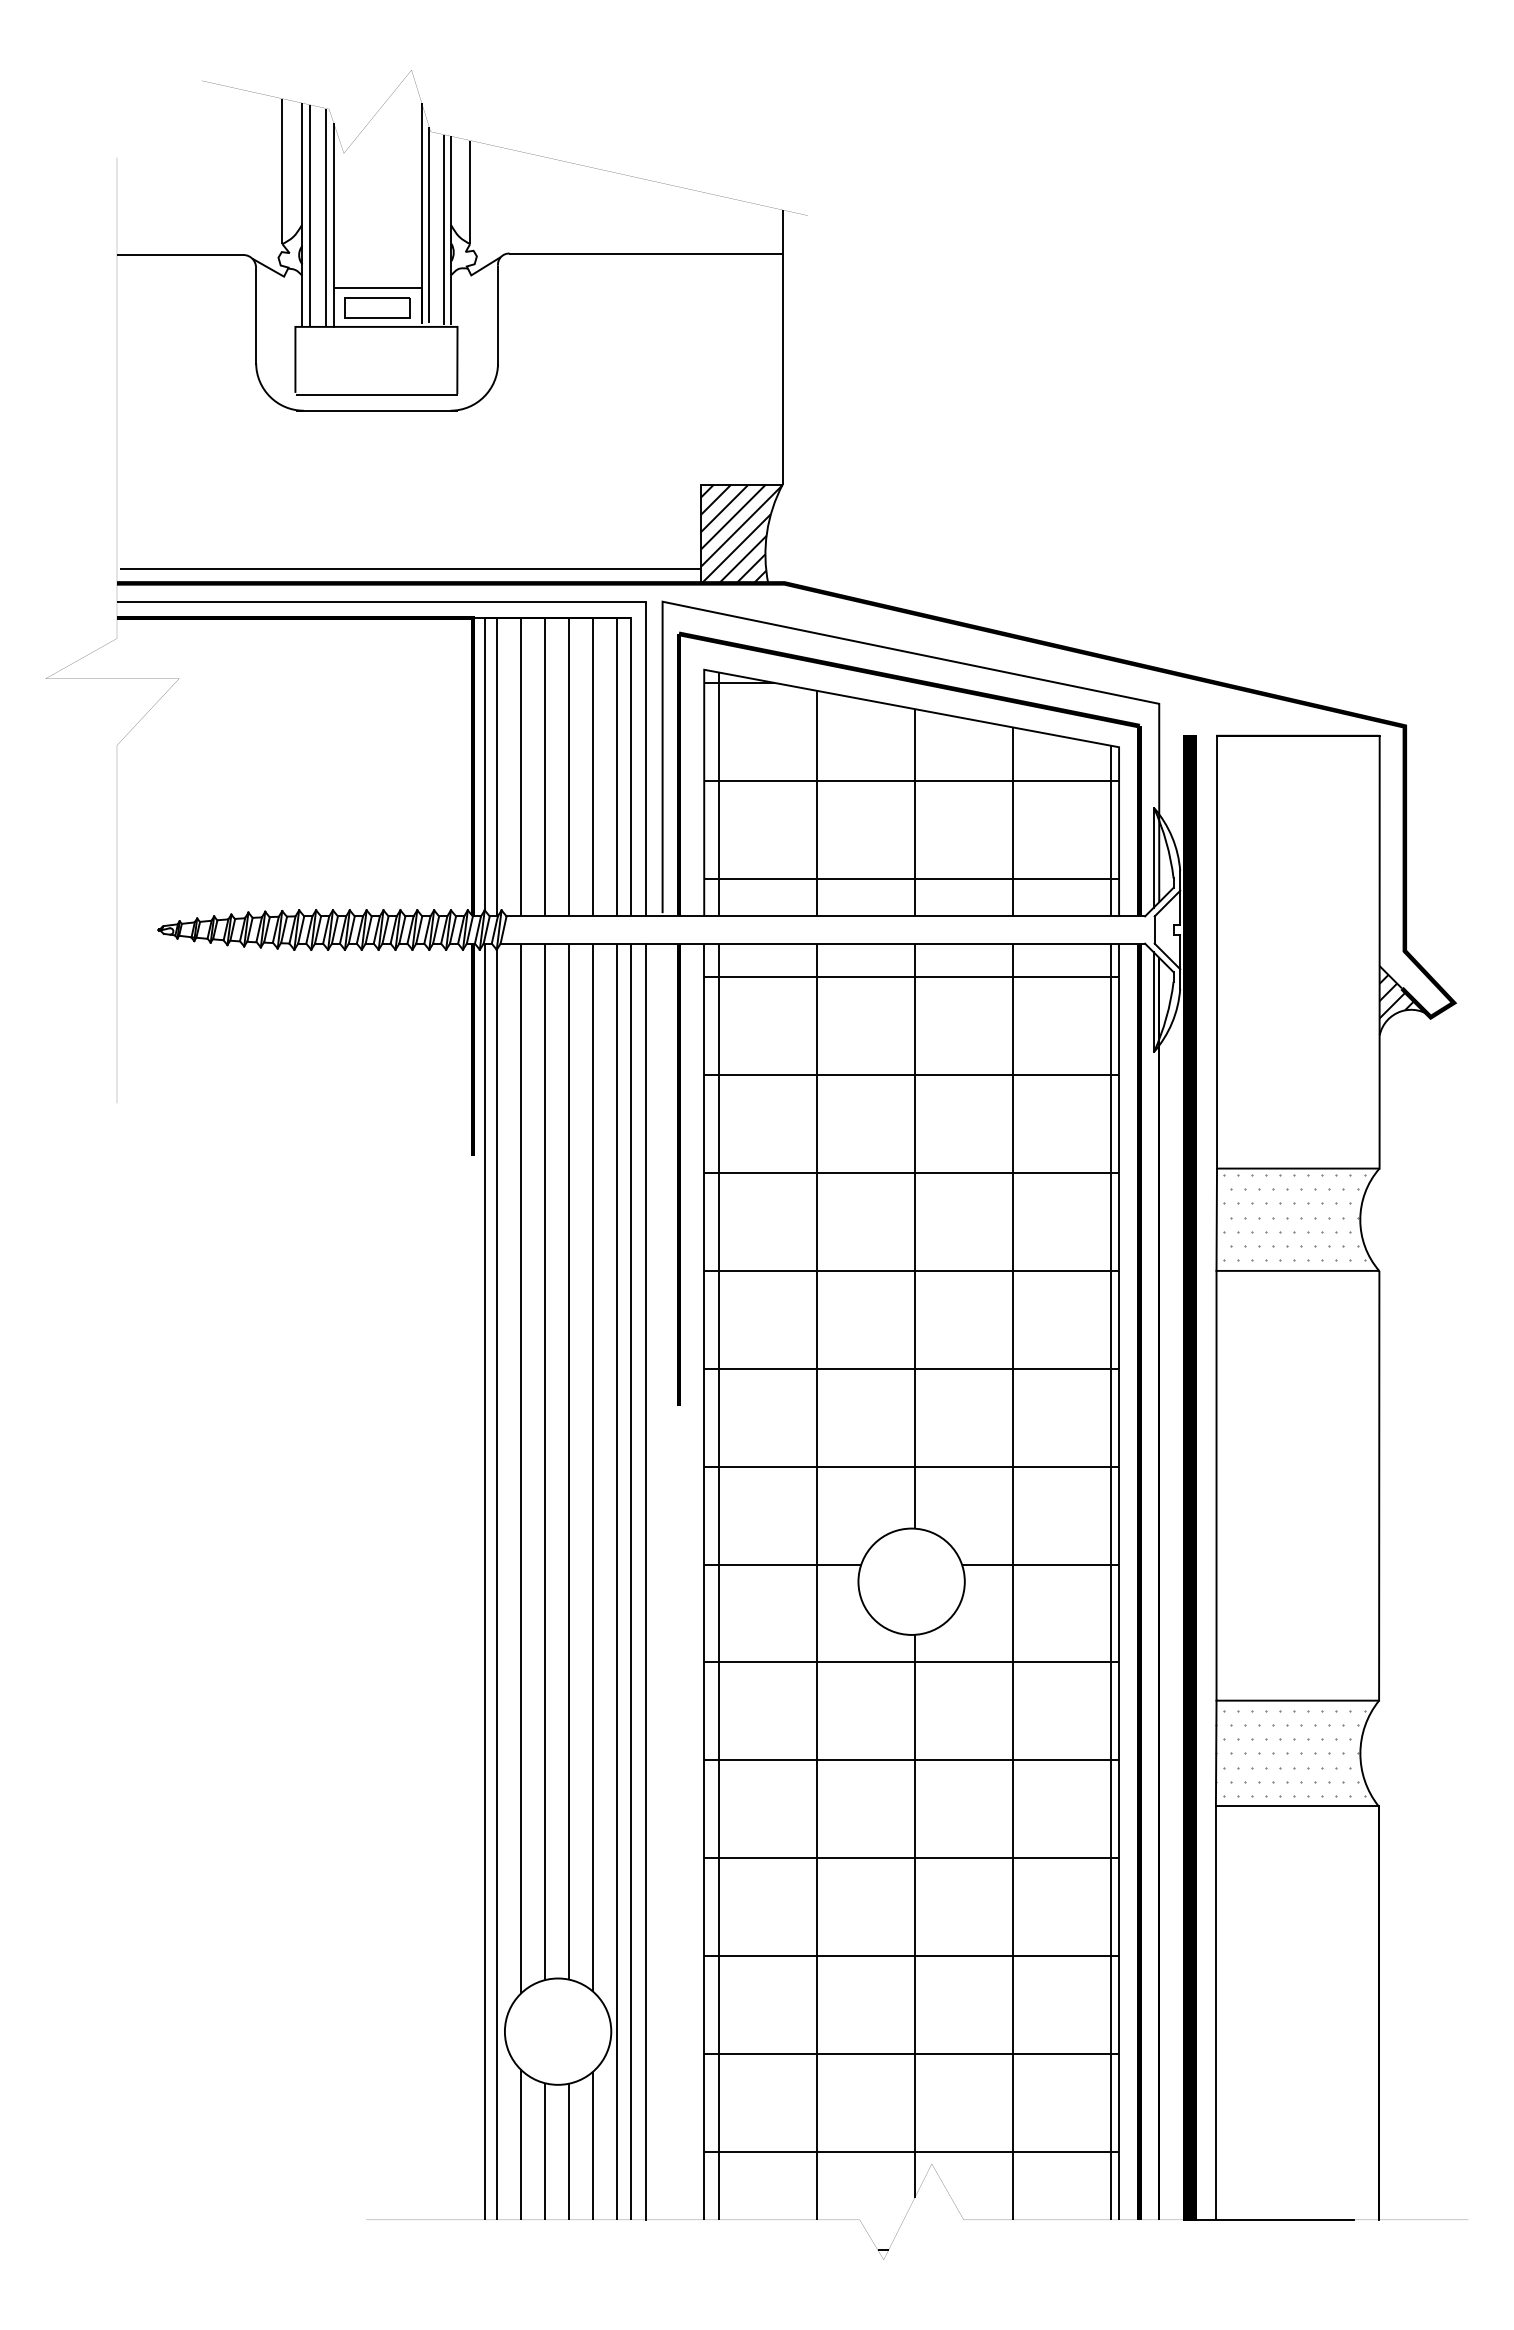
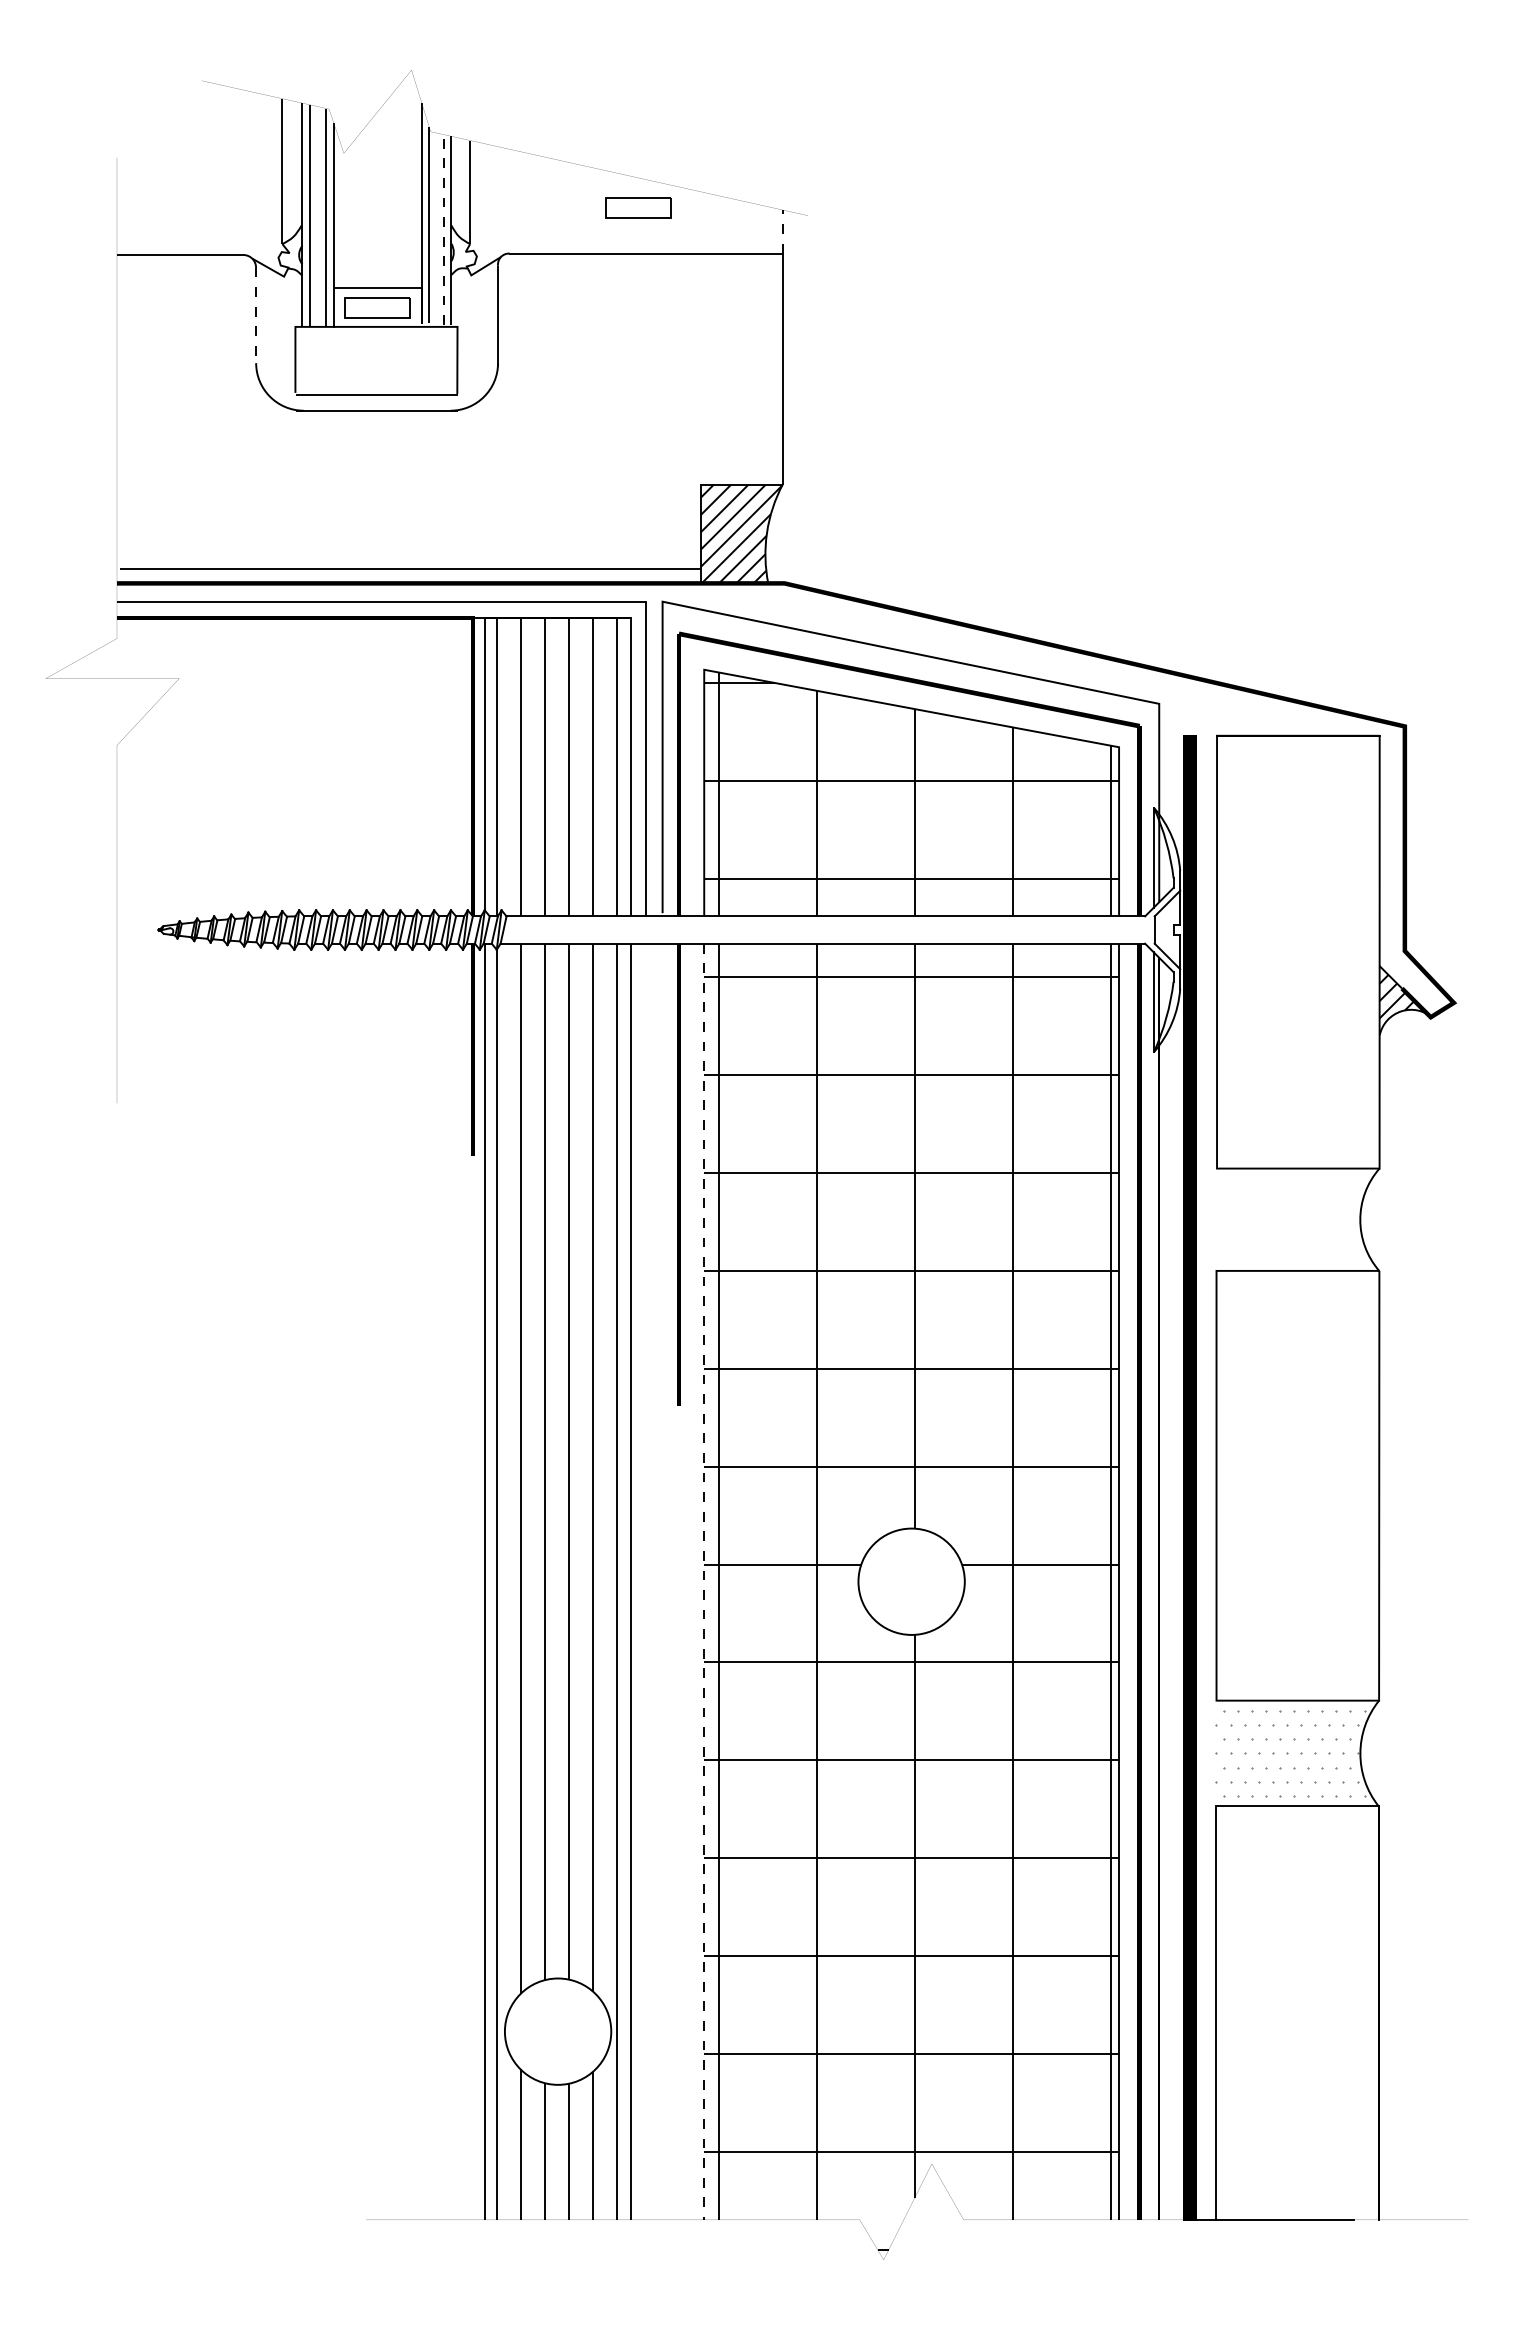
part at (638, 207): none -> present
line at (443, 229): solid -> dashed
line at (782, 231): solid -> dashed
line at (256, 316): solid -> dashed
hatch at (1293, 1217): present -> none
line at (1216, 1219): present -> none
line at (646, 1581): present -> none
line at (704, 1582): solid -> dashed
line at (1215, 1753): present -> none
